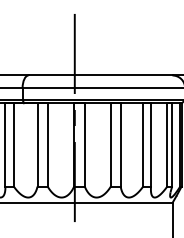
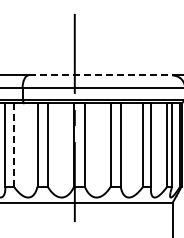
line at (100, 75): solid -> dashed
line at (13, 144): solid -> dashed
